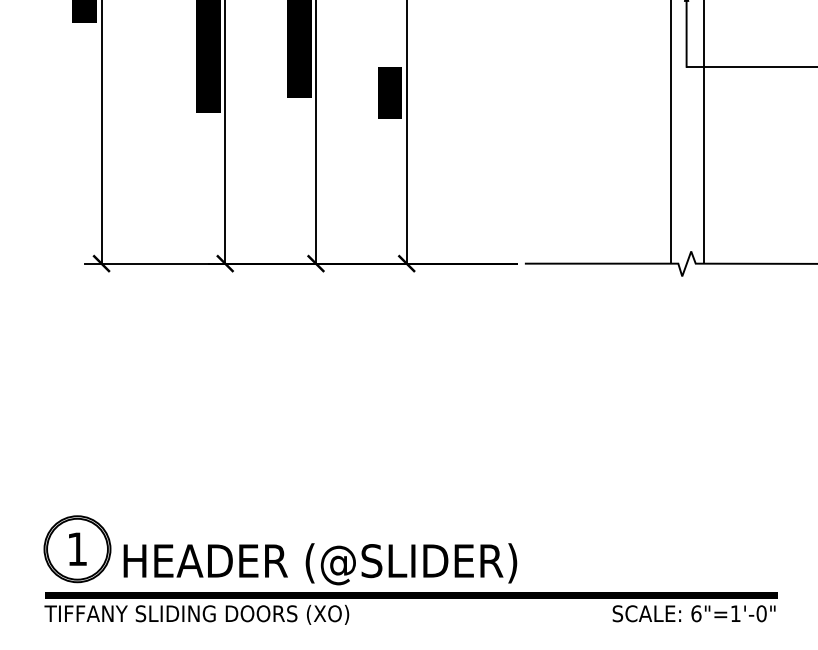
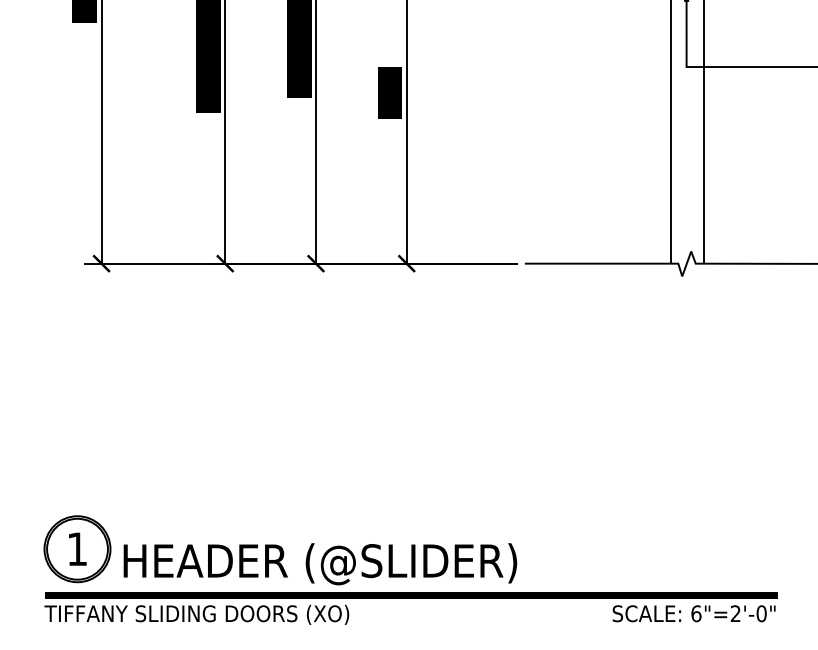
text at (735, 613): 6"=1'-0" -> 6"=2'-0"
